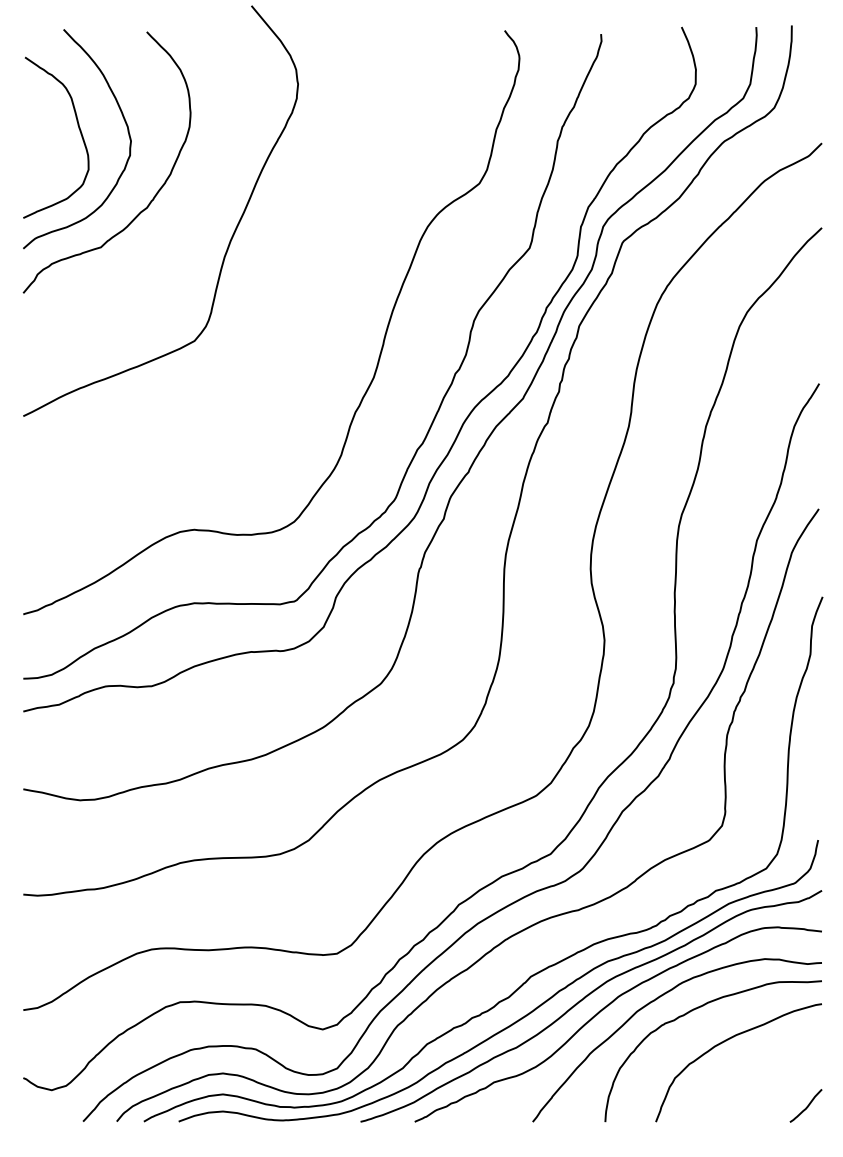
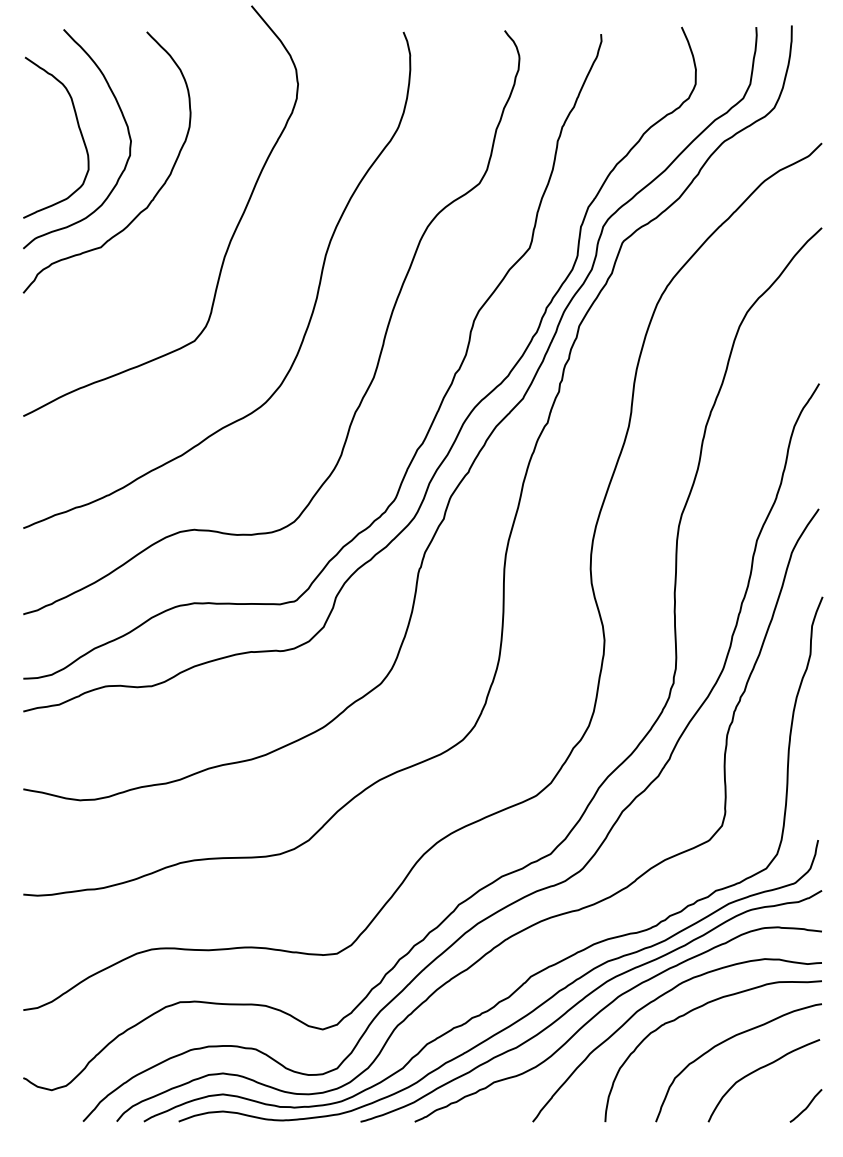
curve at (313, 305): none -> present
curve at (758, 1070): none -> present
